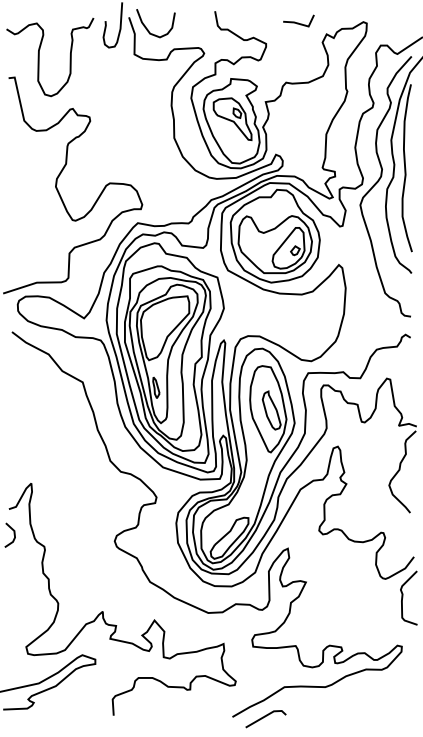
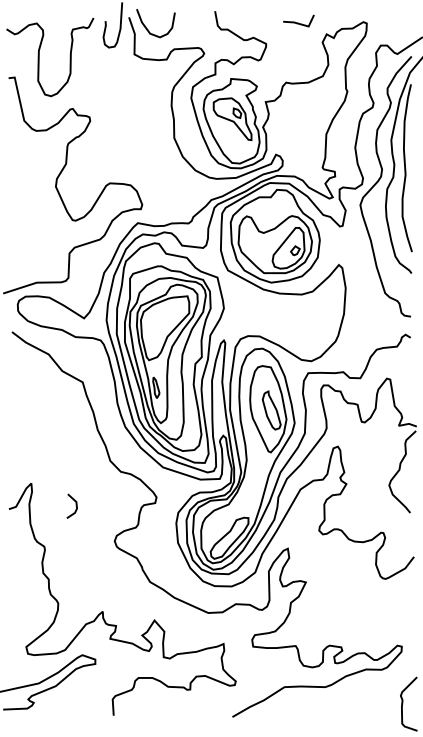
line at (13, 534) position: (13, 534) -> (75, 505)
curve at (403, 597) position: (403, 597) -> (403, 703)
line at (265, 717): present -> none
